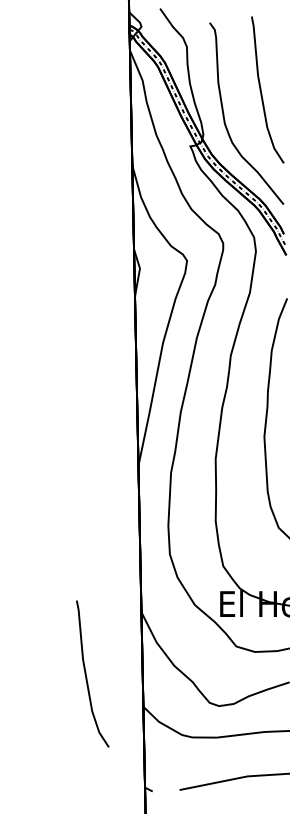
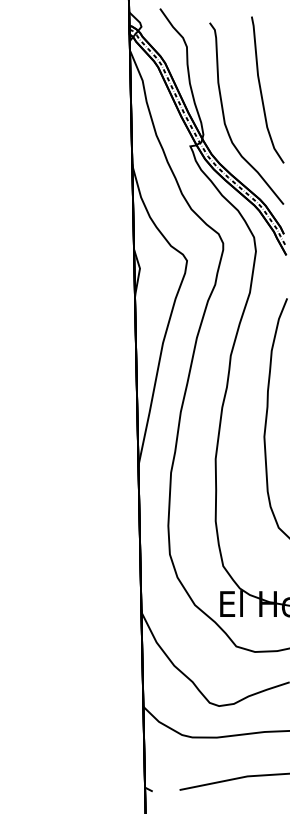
curve at (86, 673): present -> none
